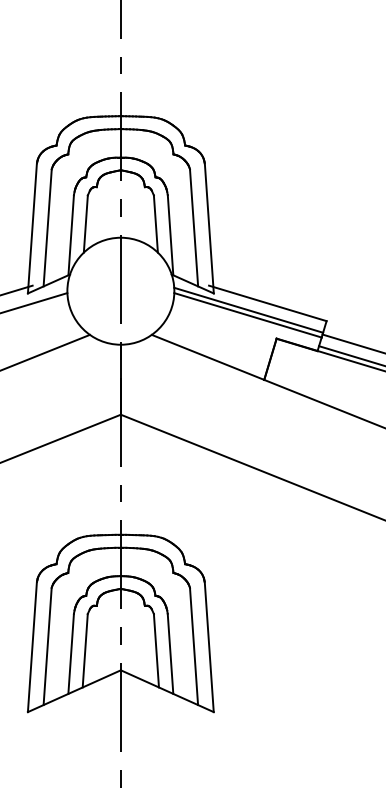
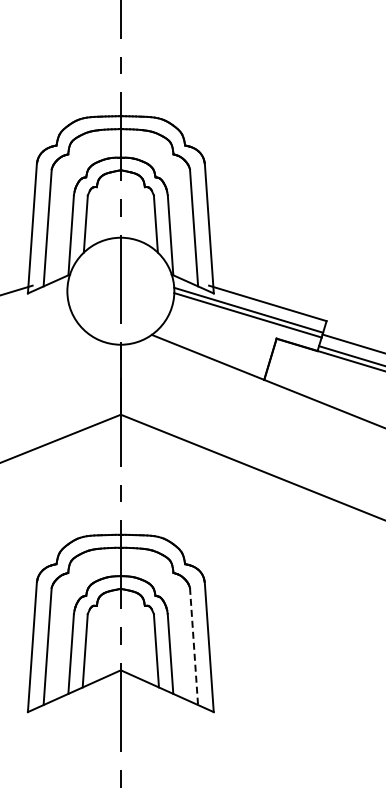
line at (34, 302): present -> none
line at (45, 351): present -> none
line at (194, 646): solid -> dashed
